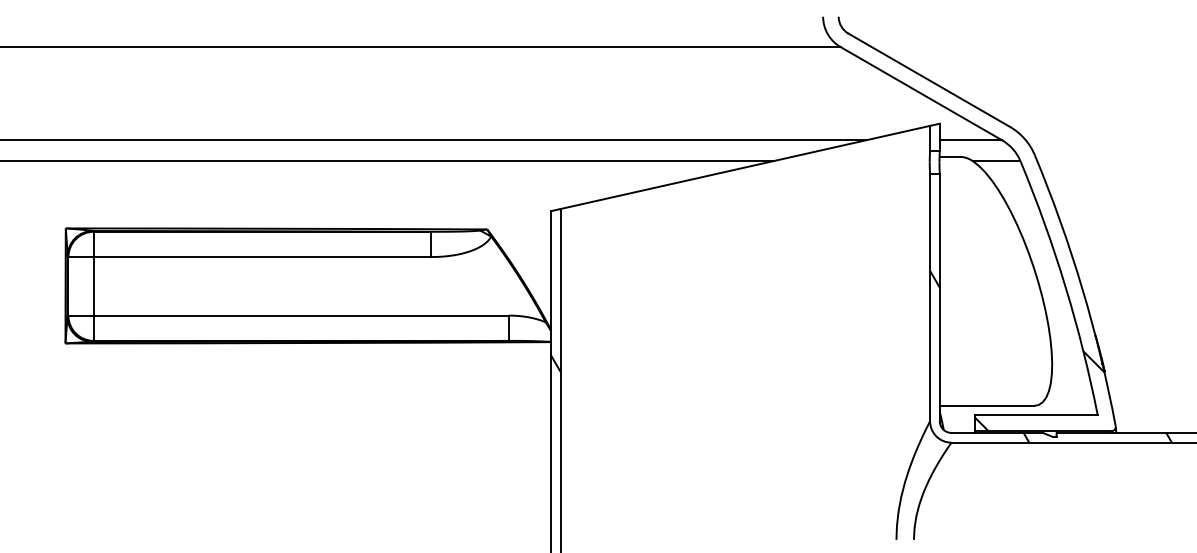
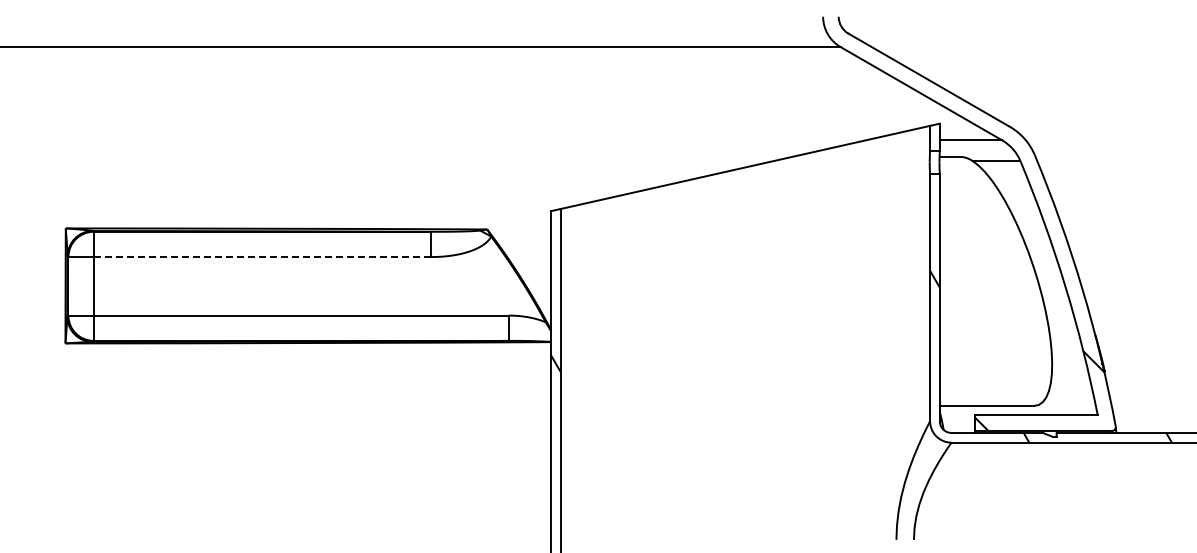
line at (433, 140): present -> none
line at (387, 161): present -> none
line at (262, 257): solid -> dashed
